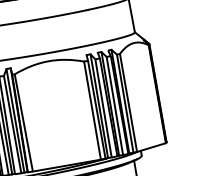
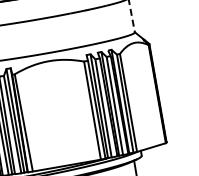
line at (131, 16): solid -> dashed
